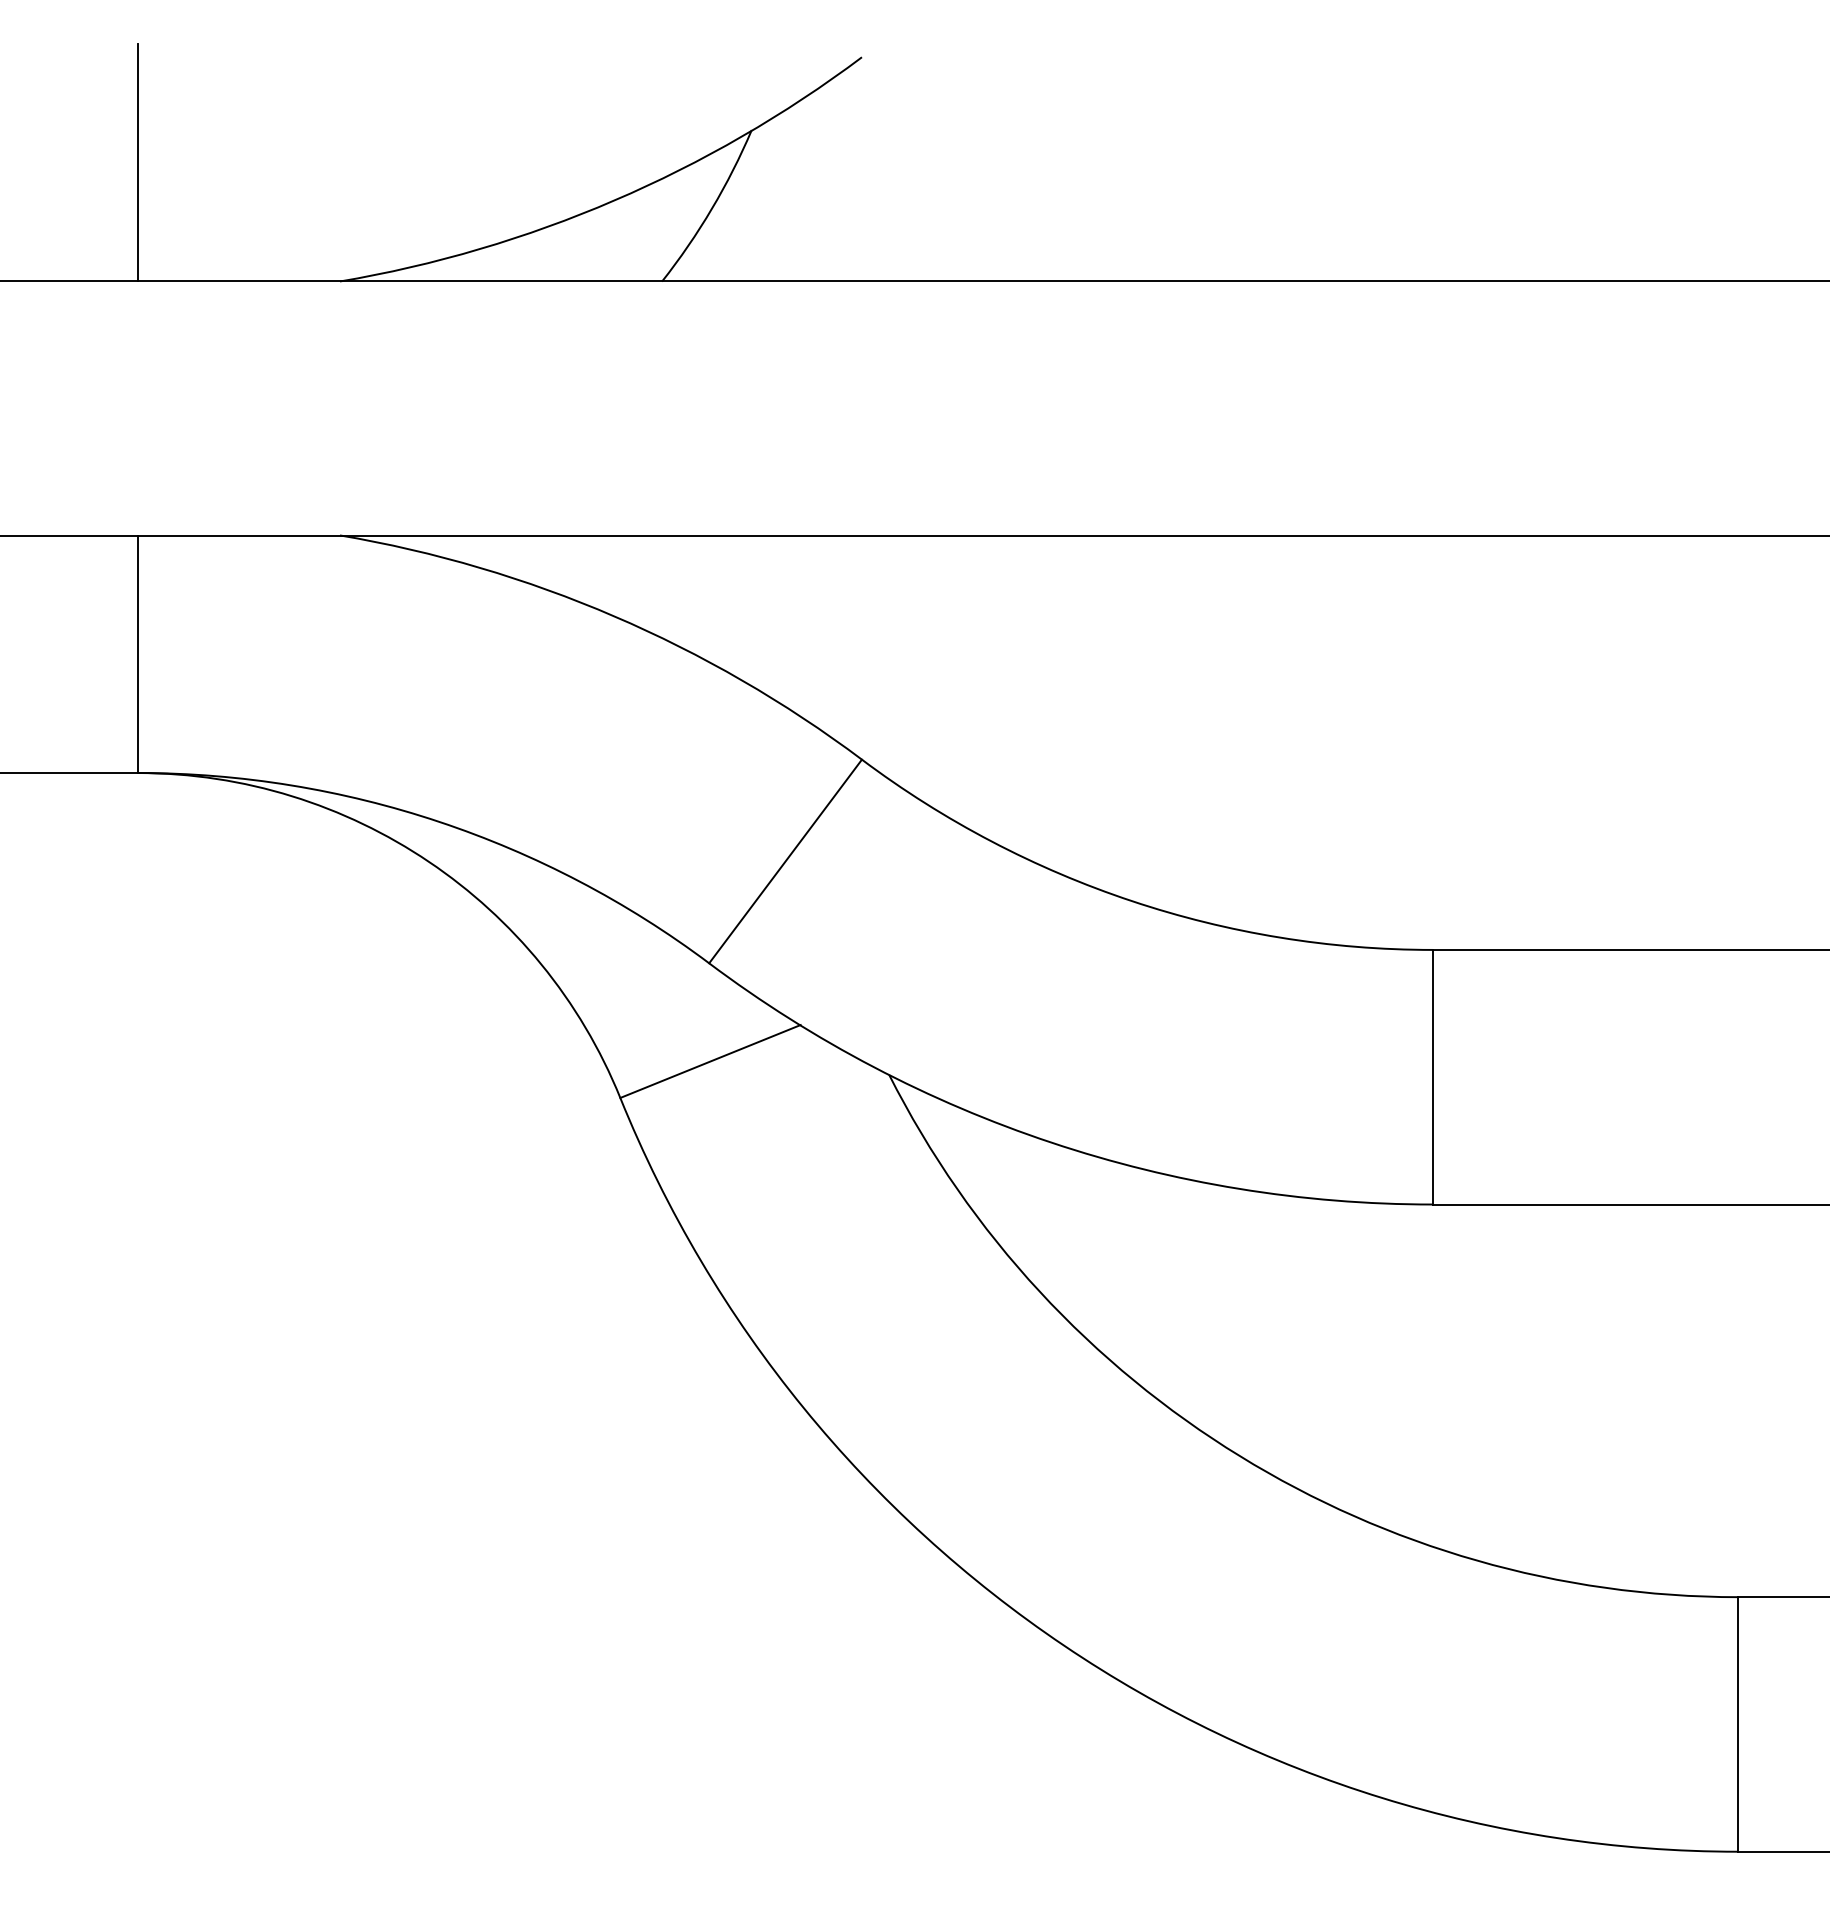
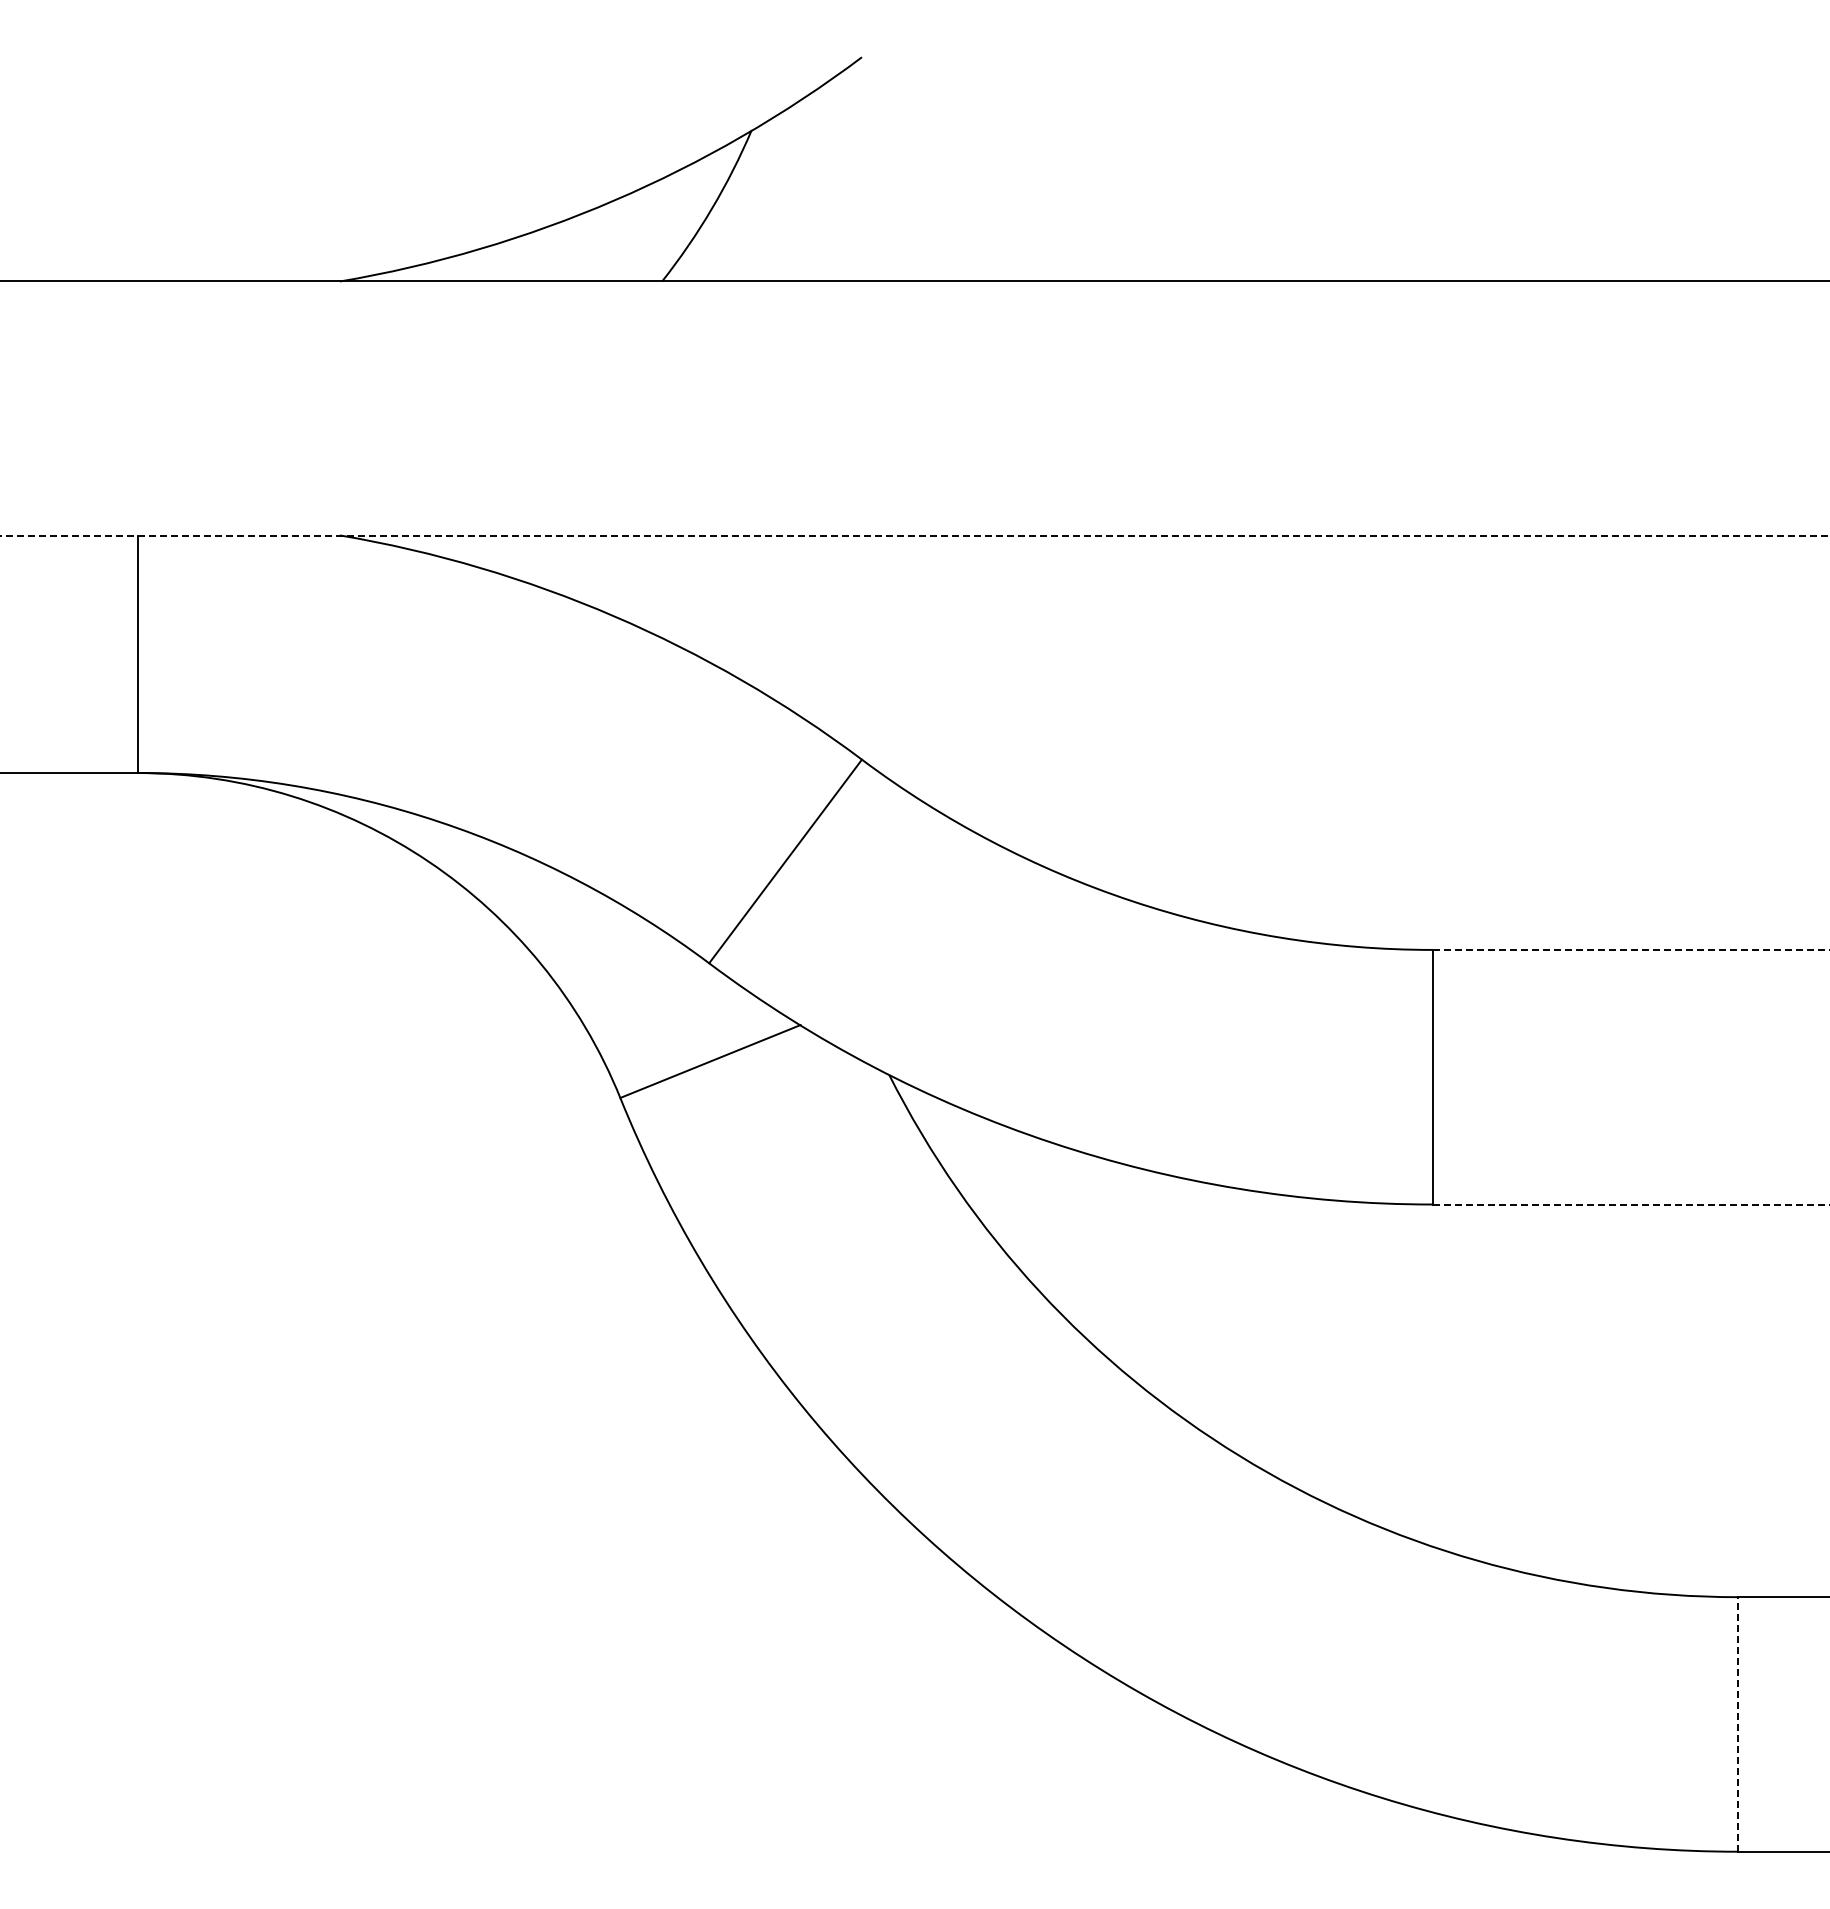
line at (138, 162): present -> none
line at (914, 535): solid -> dashed
line at (1631, 949): solid -> dashed
line at (1631, 1204): solid -> dashed
line at (1738, 1723): solid -> dashed
